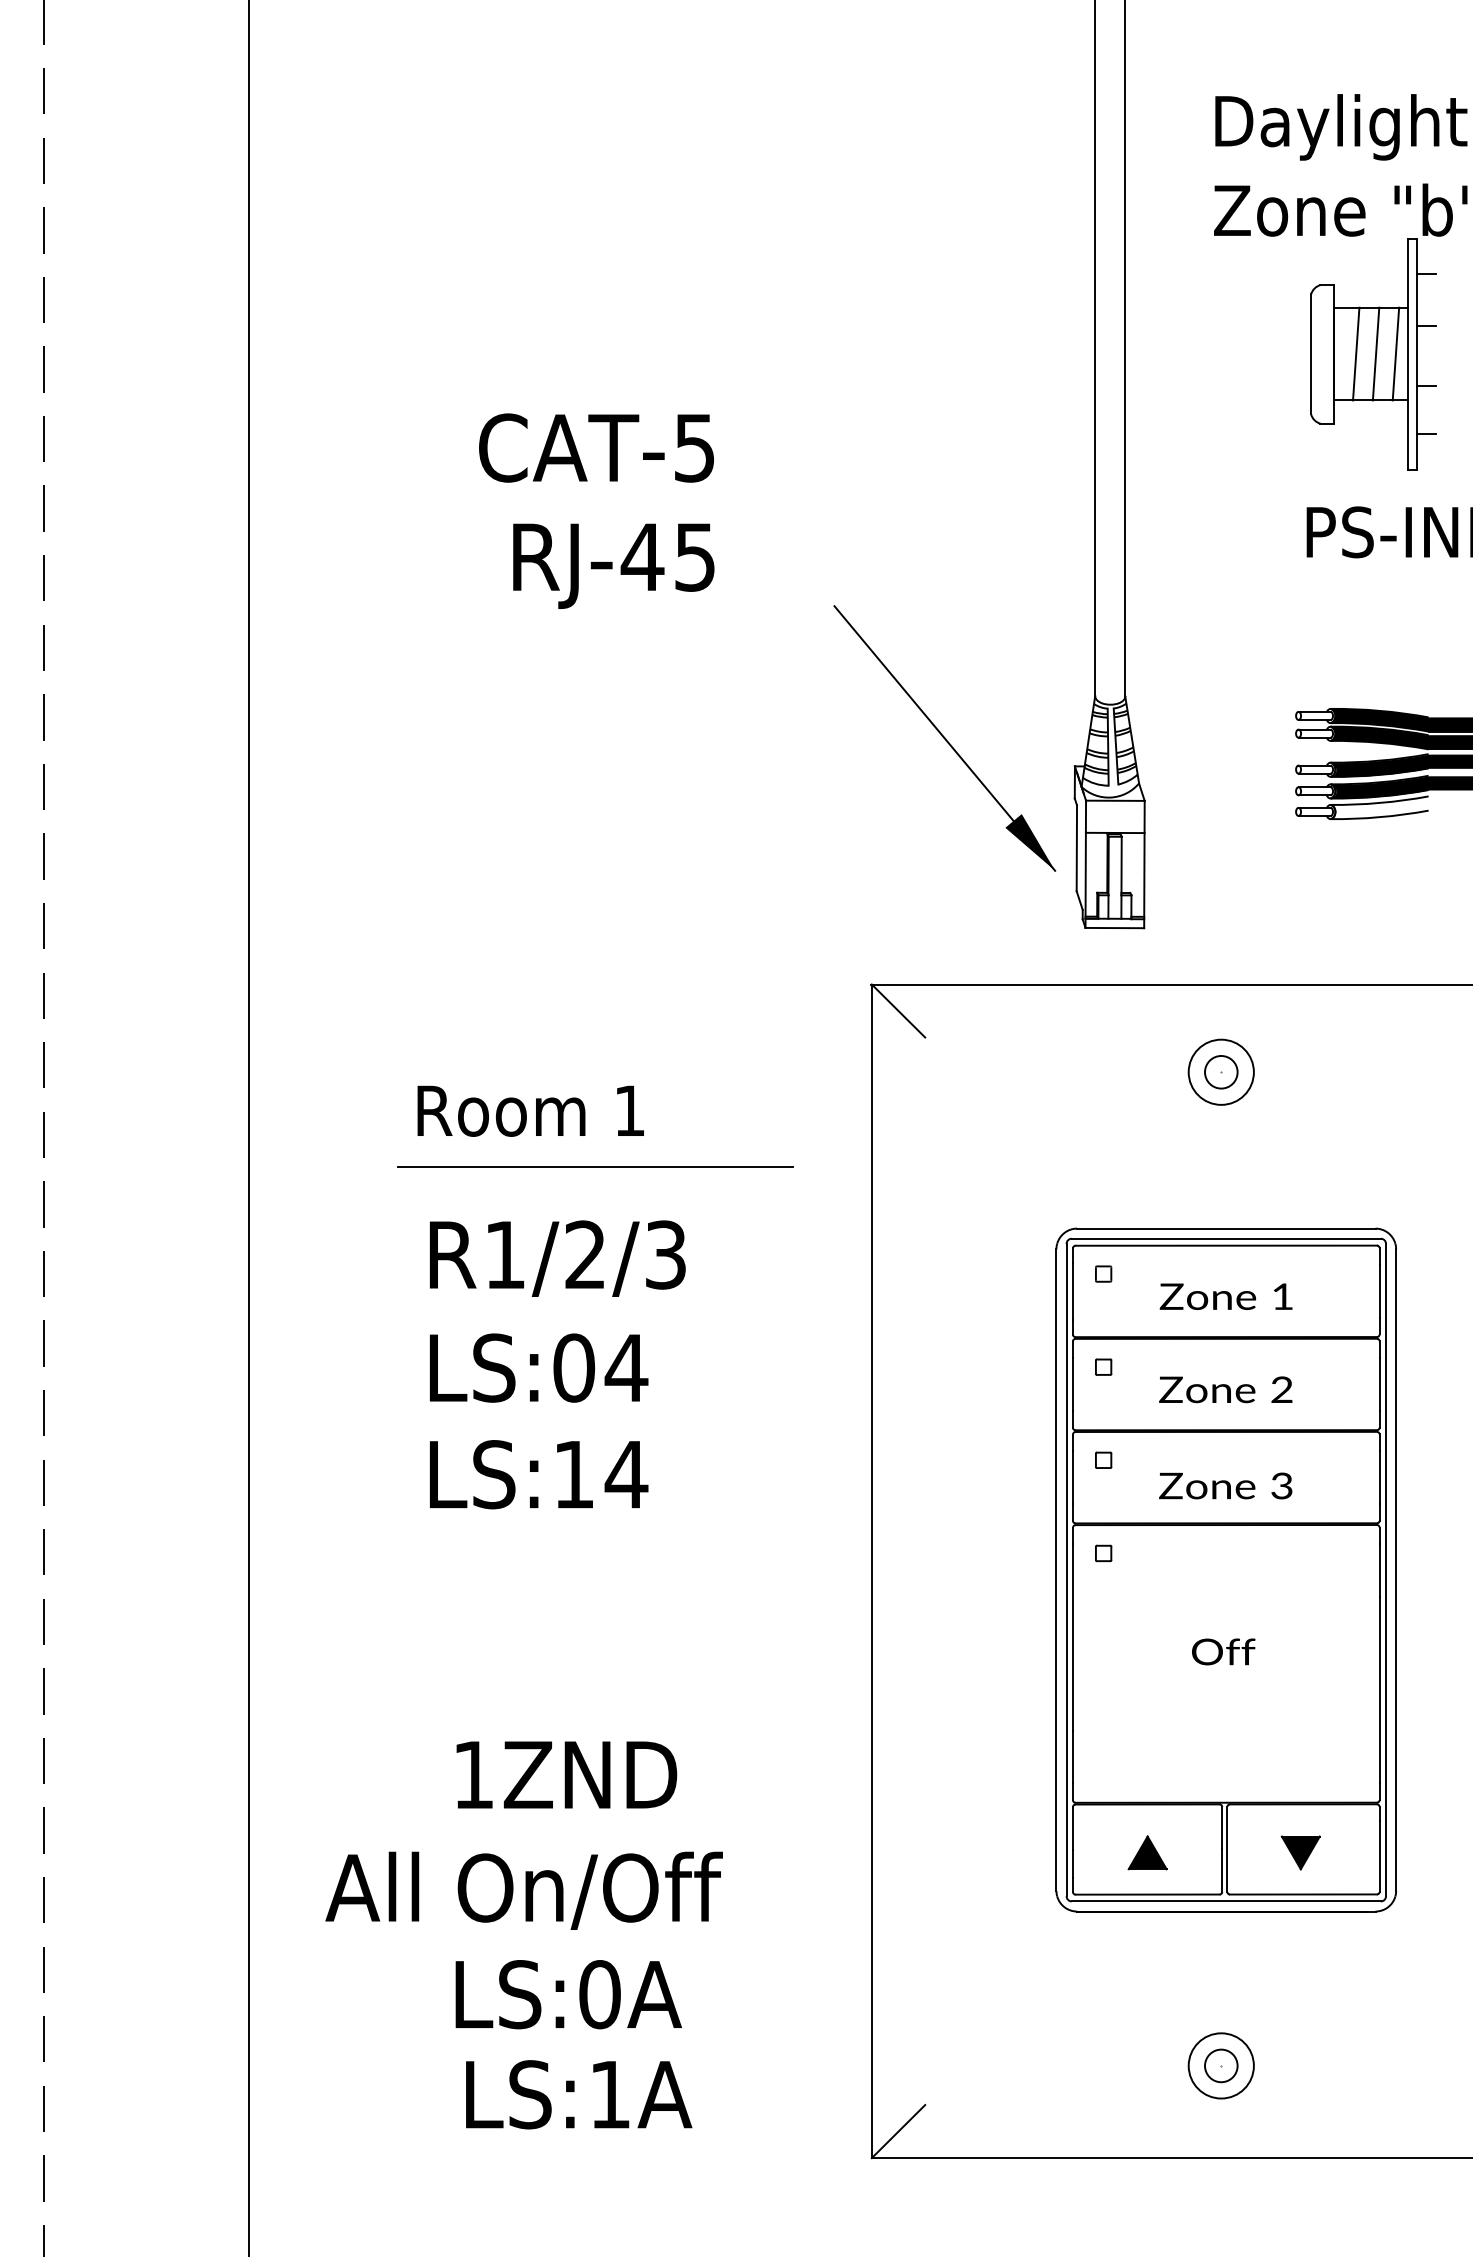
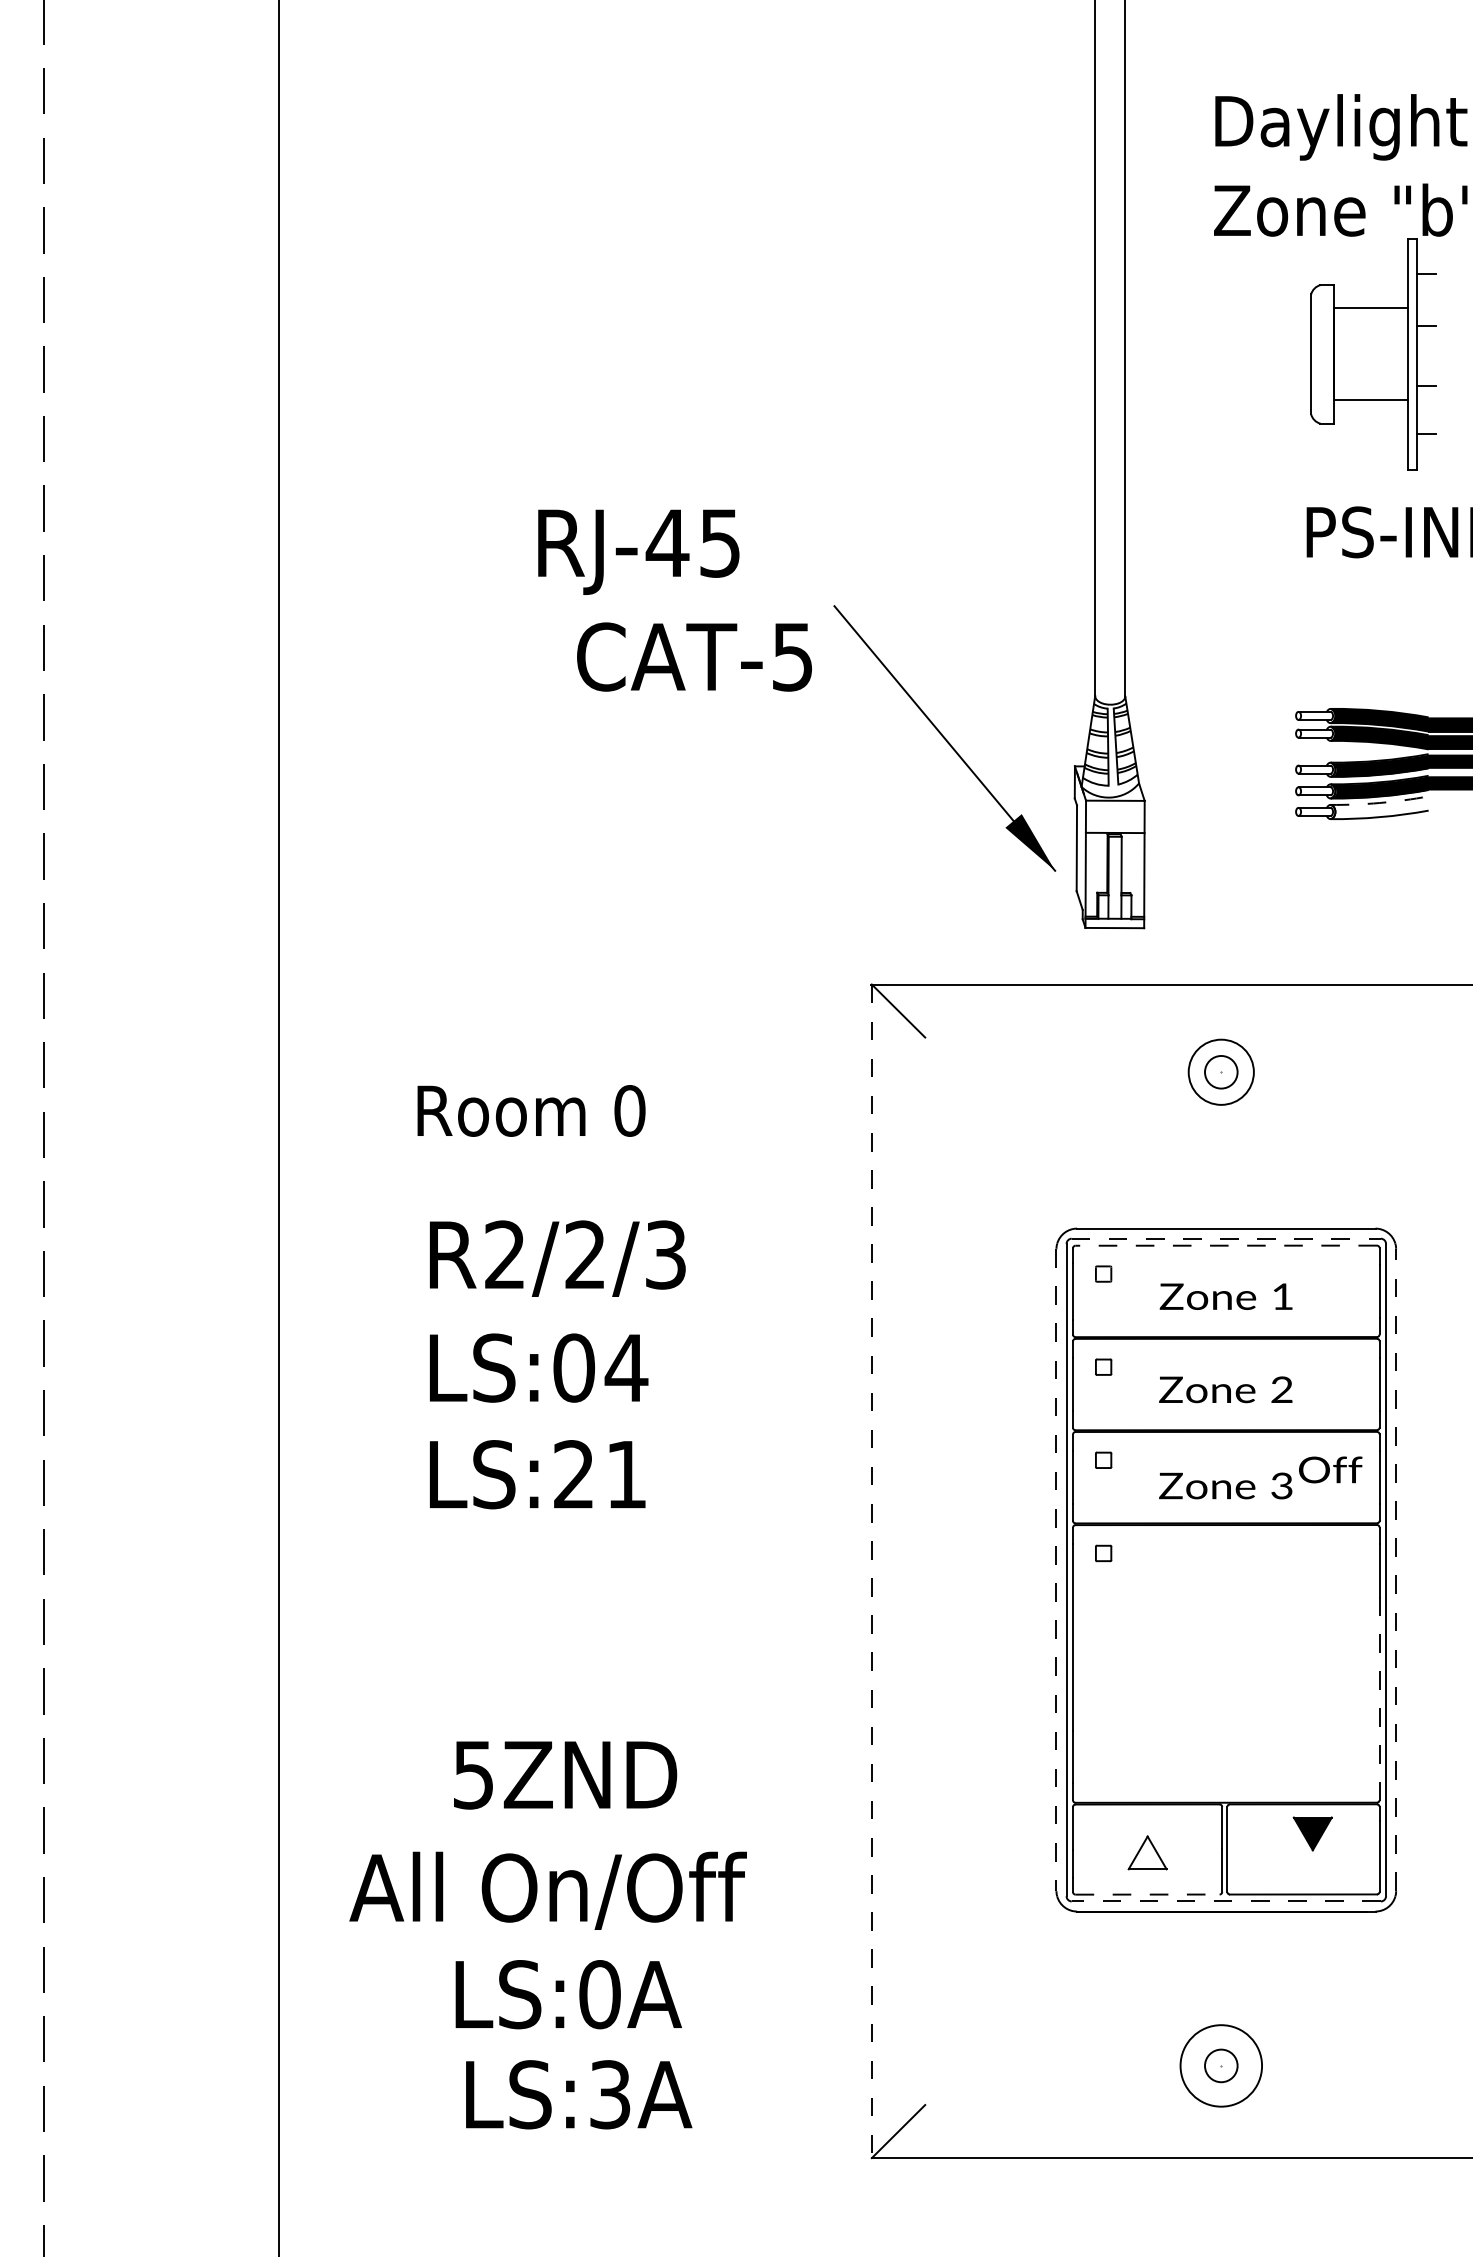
line at (1356, 353): present -> none
line at (1375, 353): present -> none
line at (1395, 353): present -> none
text at (596, 447) position: (596, 447) -> (694, 656)
text at (613, 565) position: (613, 565) -> (638, 551)
arc at (1379, 802): solid -> dashed
text at (629, 1110): 1 -> 0
line at (248, 1127) position: (248, 1127) -> (278, 1127)
line at (594, 1166): present -> none
line at (1226, 1238): solid -> dashed
line at (1226, 1245): solid -> dashed
text at (504, 1254): R1/2/3 -> R2/2/3
text at (601, 1474): LS:14 -> LS:21
line at (1056, 1570): solid -> dashed
line at (1396, 1570): solid -> dashed
line at (871, 1571): solid -> dashed
text at (1223, 1651) position: (1223, 1651) -> (1330, 1469)
line at (1379, 1690): solid -> dashed
text at (473, 1775): 1ZND -> 5ZND
fill at (1147, 1852): present -> none
part at (1300, 1852) position: (1300, 1852) -> (1312, 1833)
text at (523, 1890) position: (523, 1890) -> (547, 1890)
line at (1148, 1894): solid -> dashed
line at (1226, 1901): solid -> dashed
circle at (1220, 2065) diameter: 65 px -> 81 px
text at (610, 2094): LS:1A -> LS:3A
